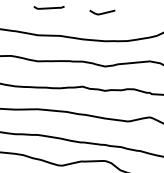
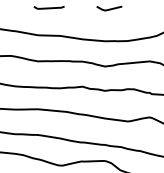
line at (102, 12) position: (102, 12) -> (109, 8)
